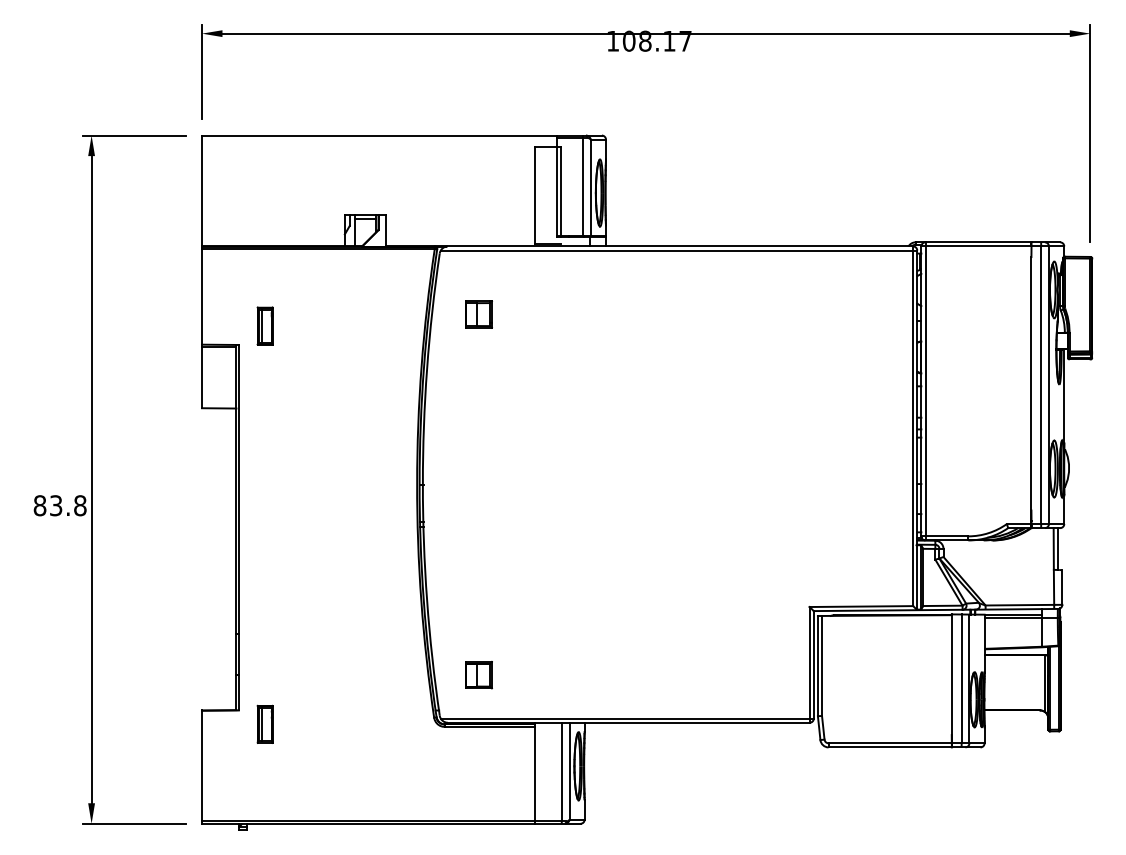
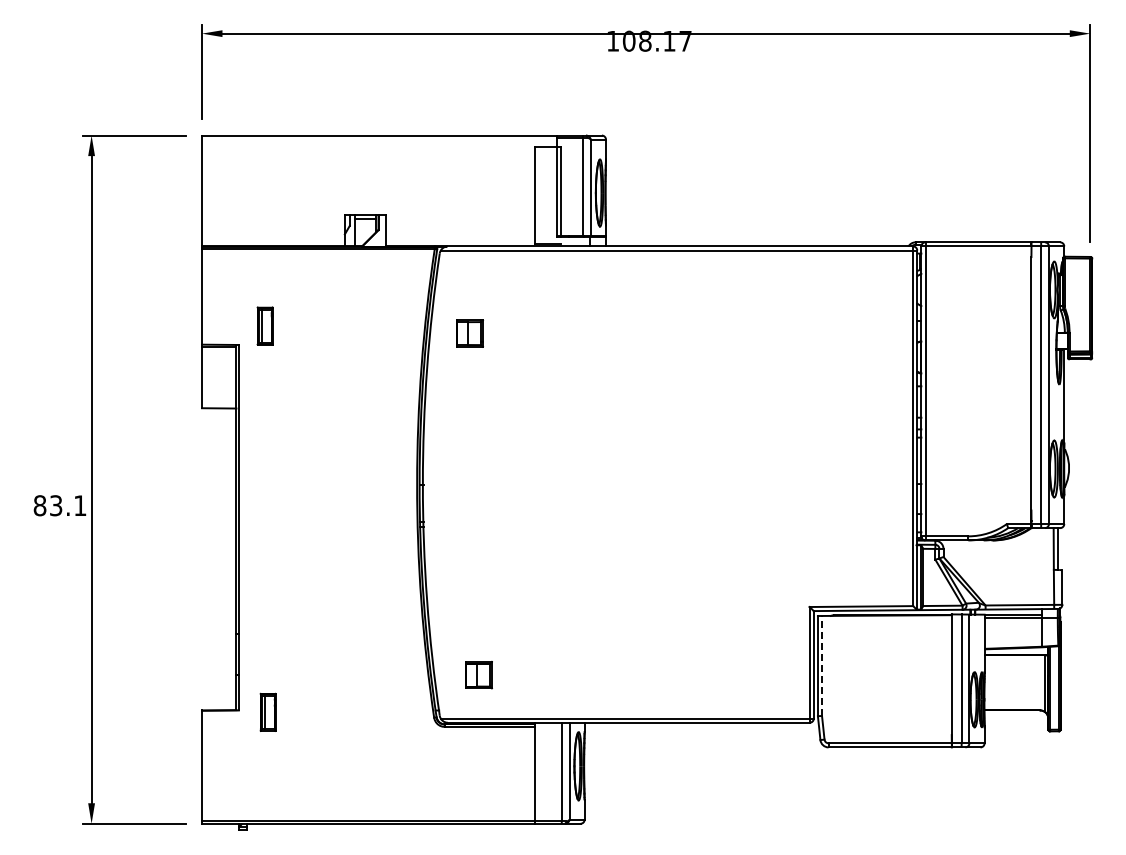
part at (478, 314) position: (478, 314) -> (469, 333)
text at (80, 505): 83.8 -> 83.1
line at (822, 665): solid -> dashed
part at (264, 723) position: (264, 723) -> (267, 711)
